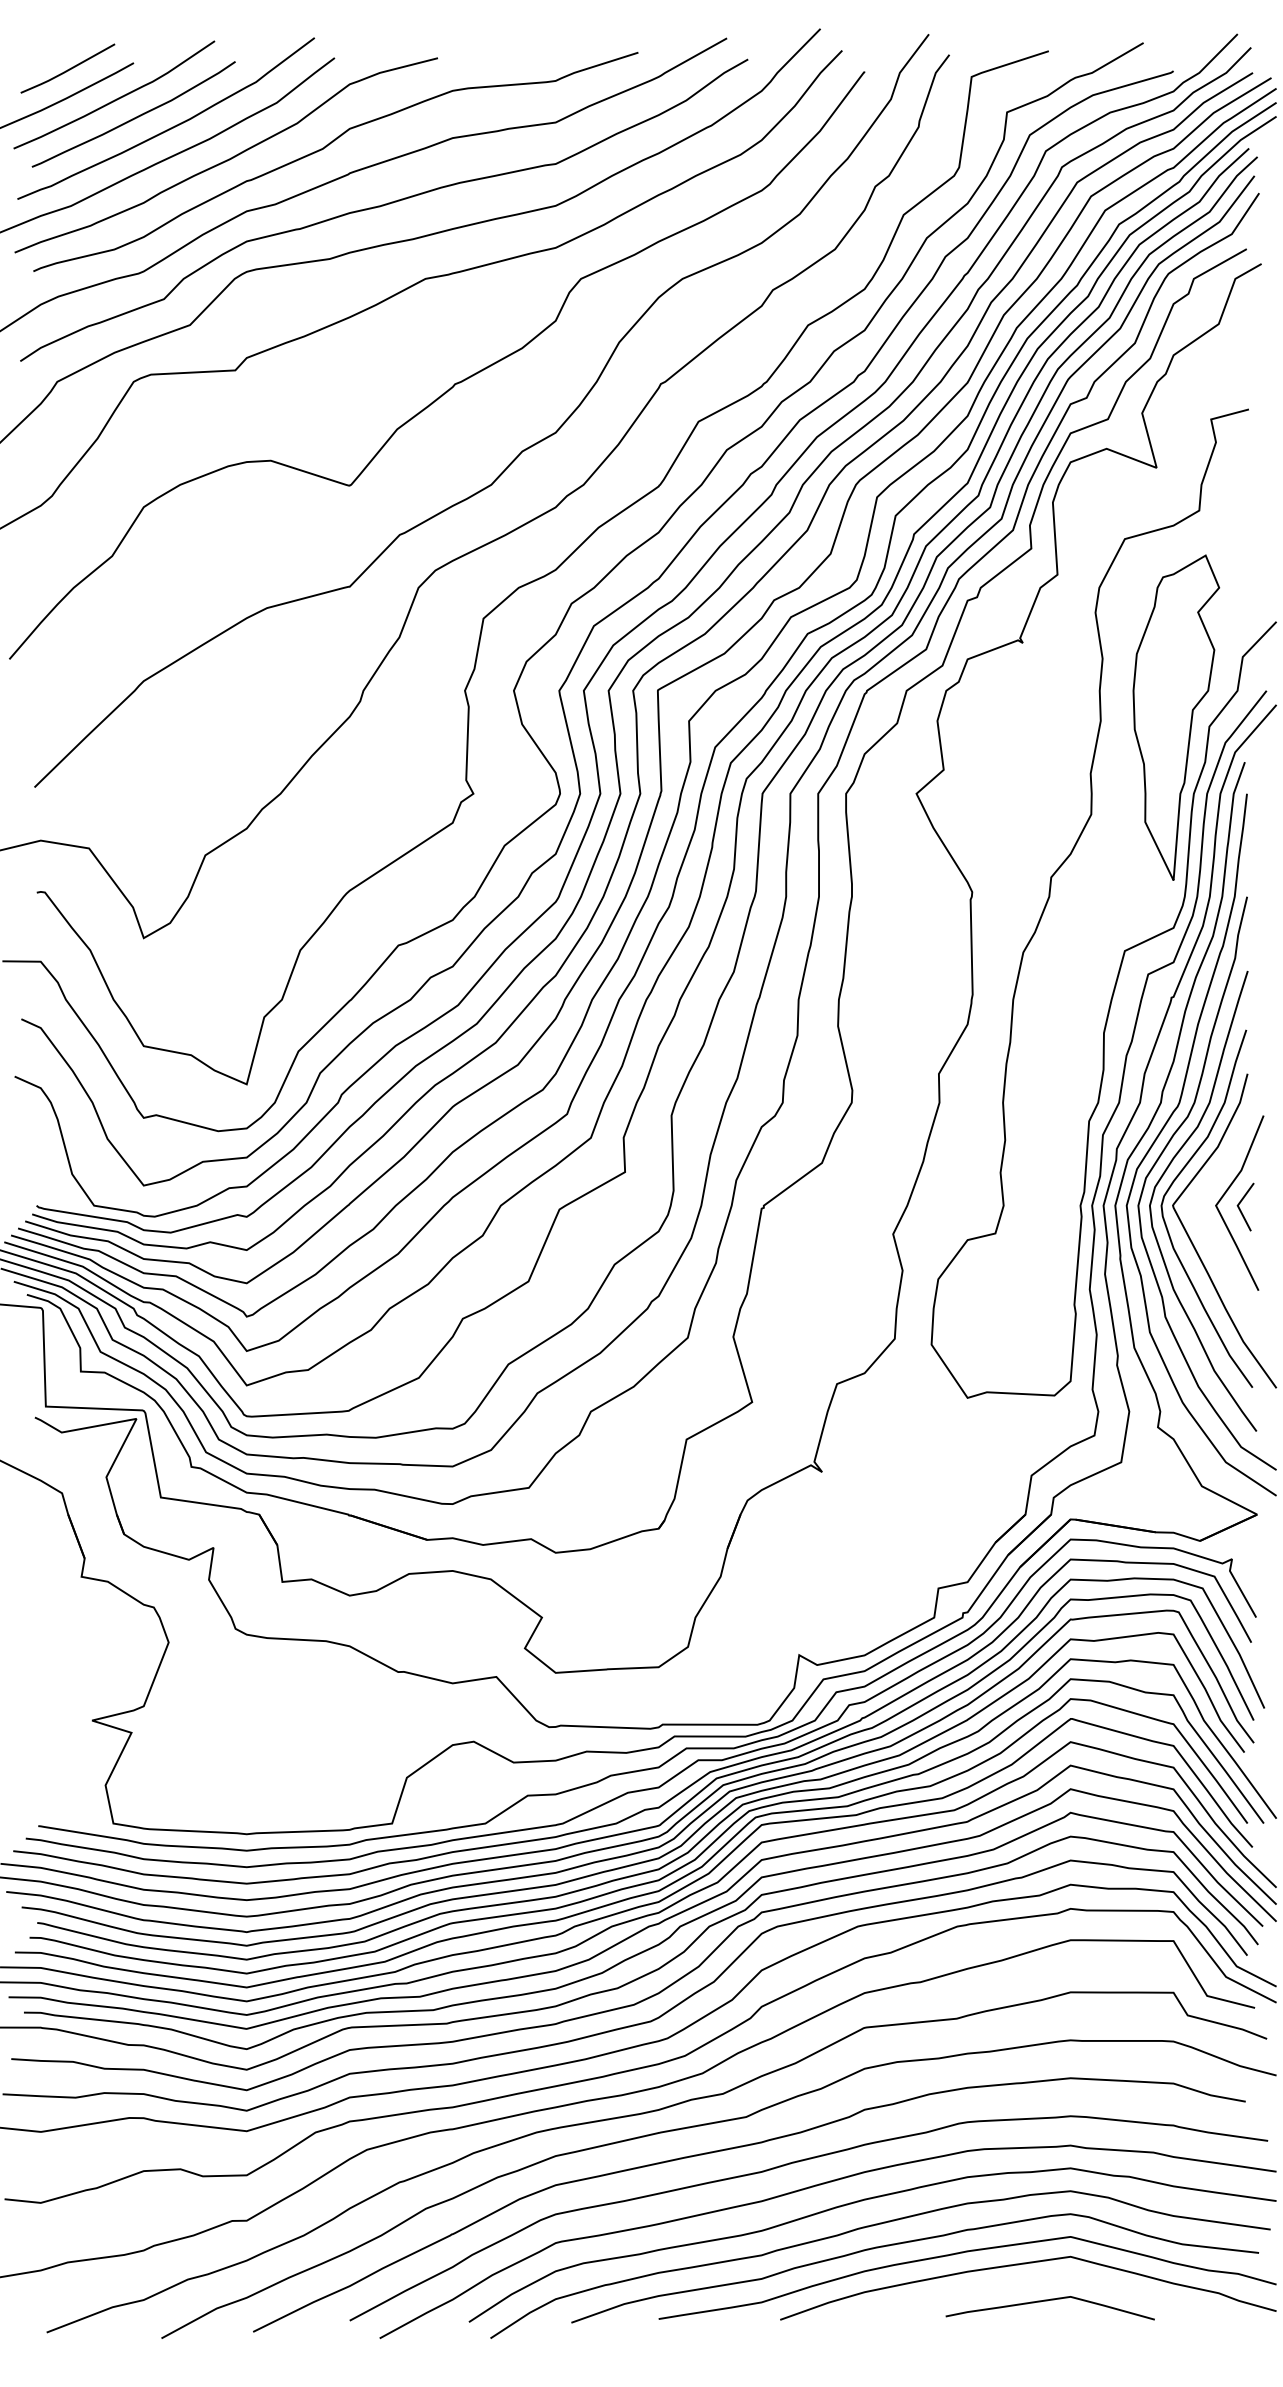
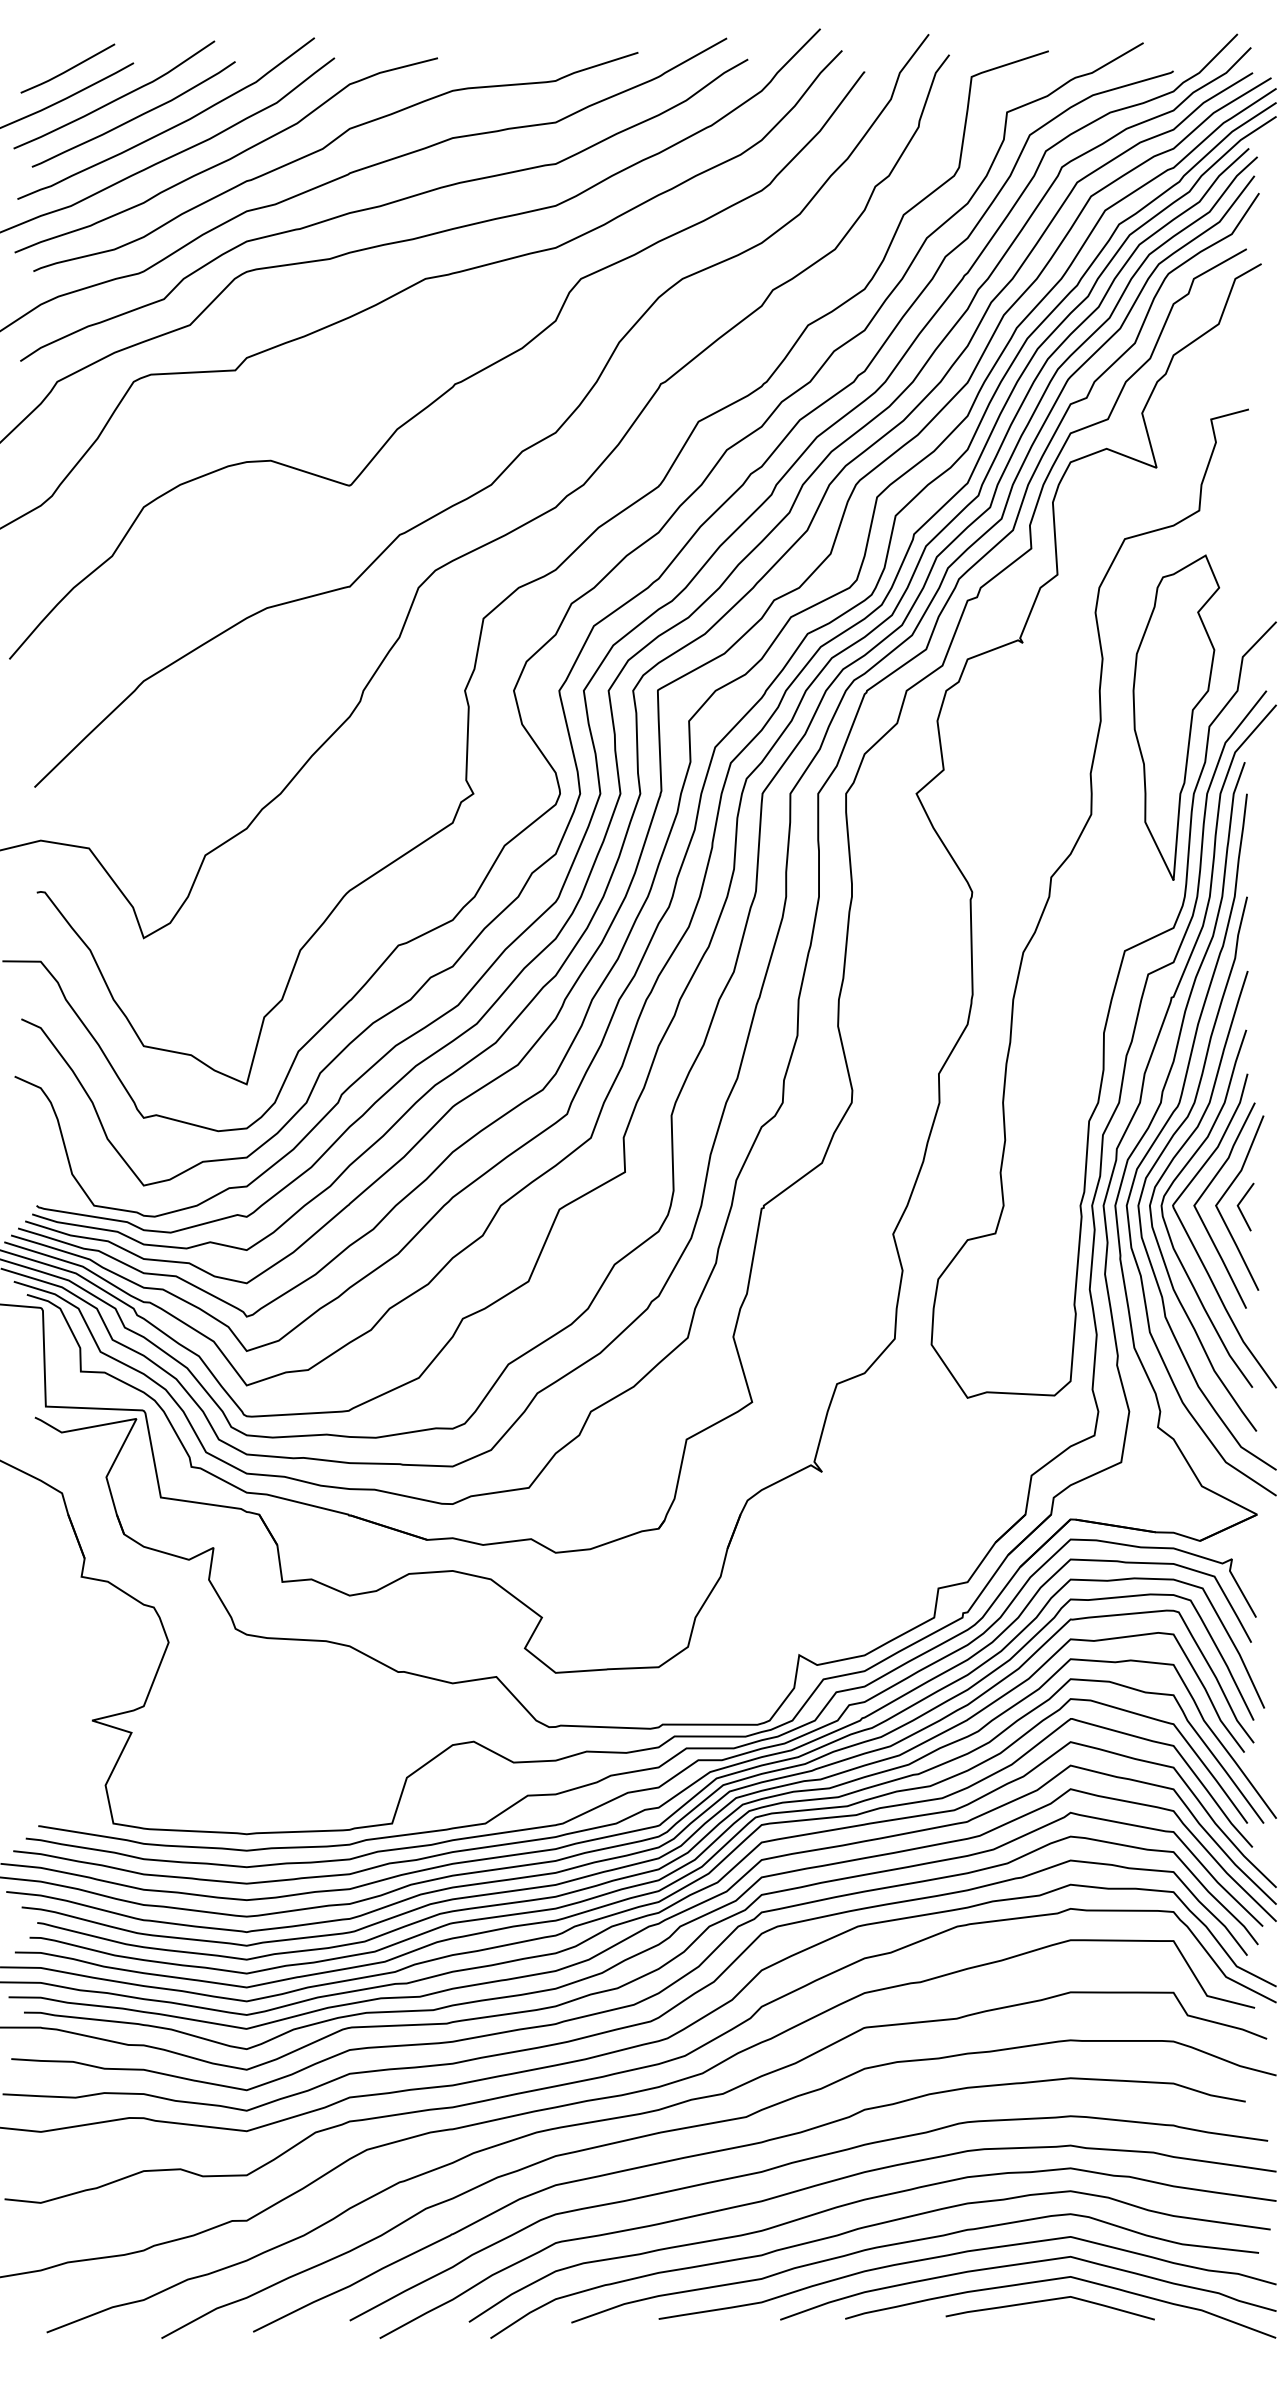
curve at (1204, 1193): none -> present
curve at (1054, 2280): none -> present
